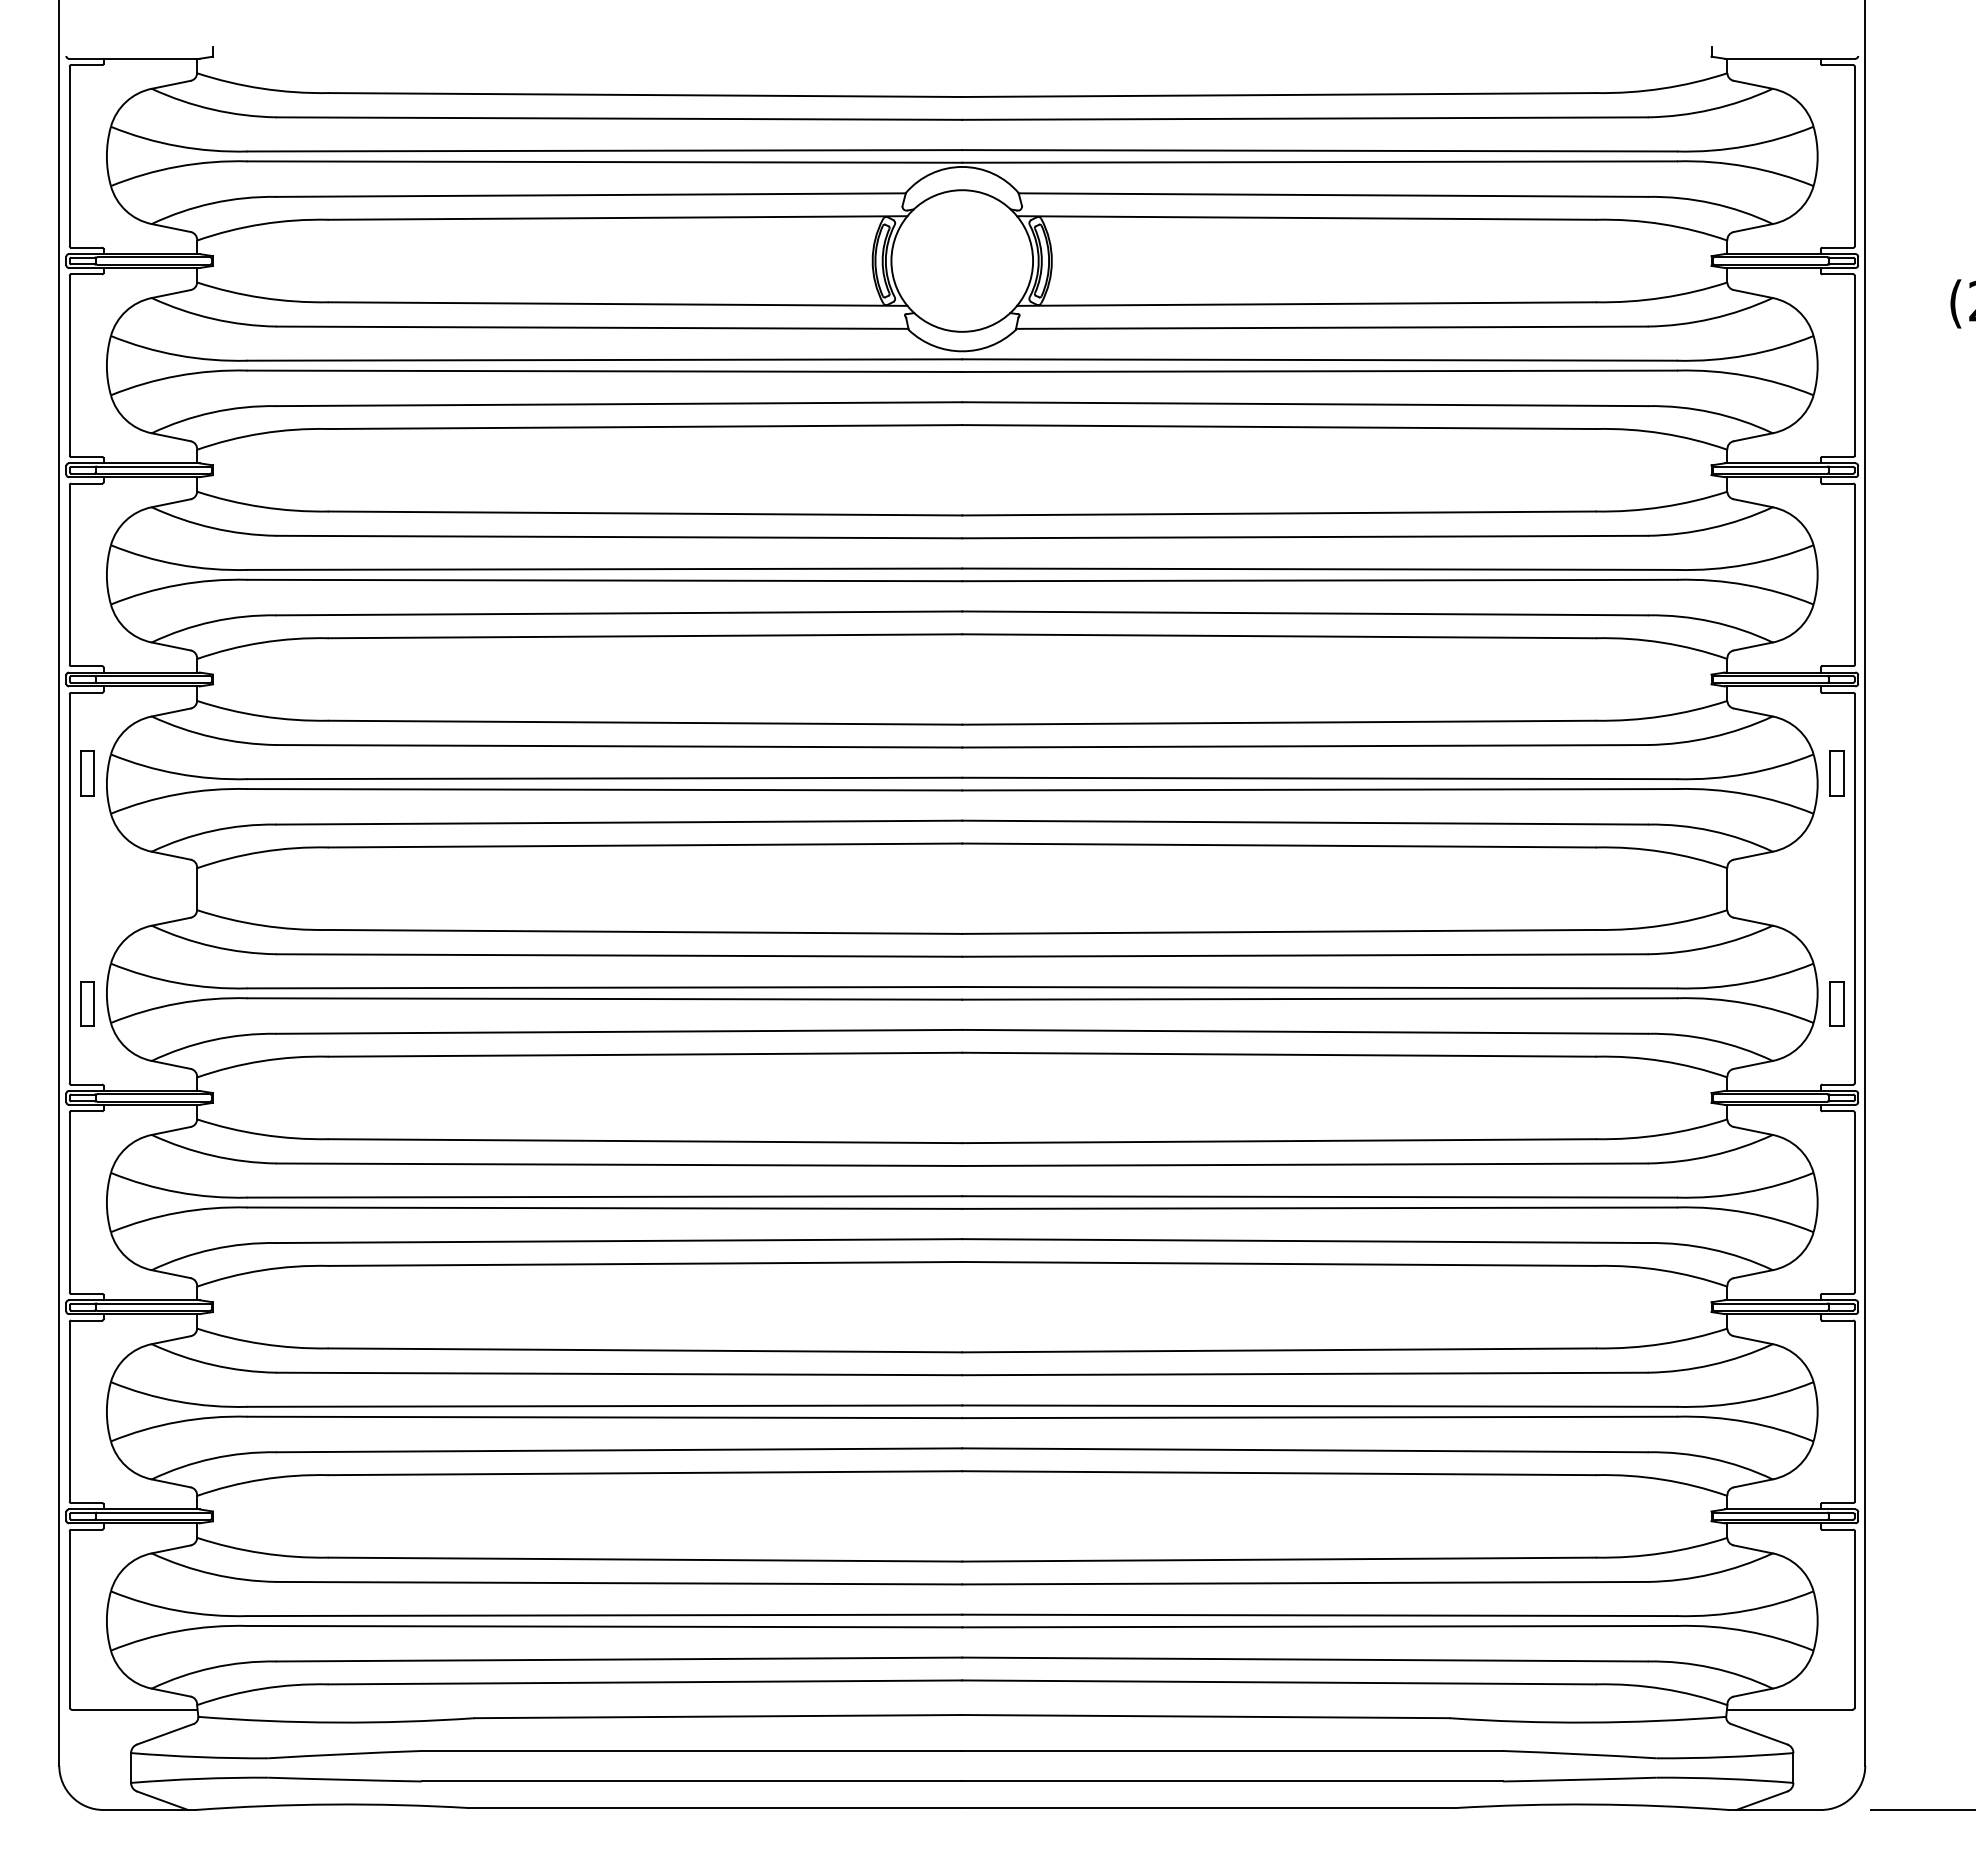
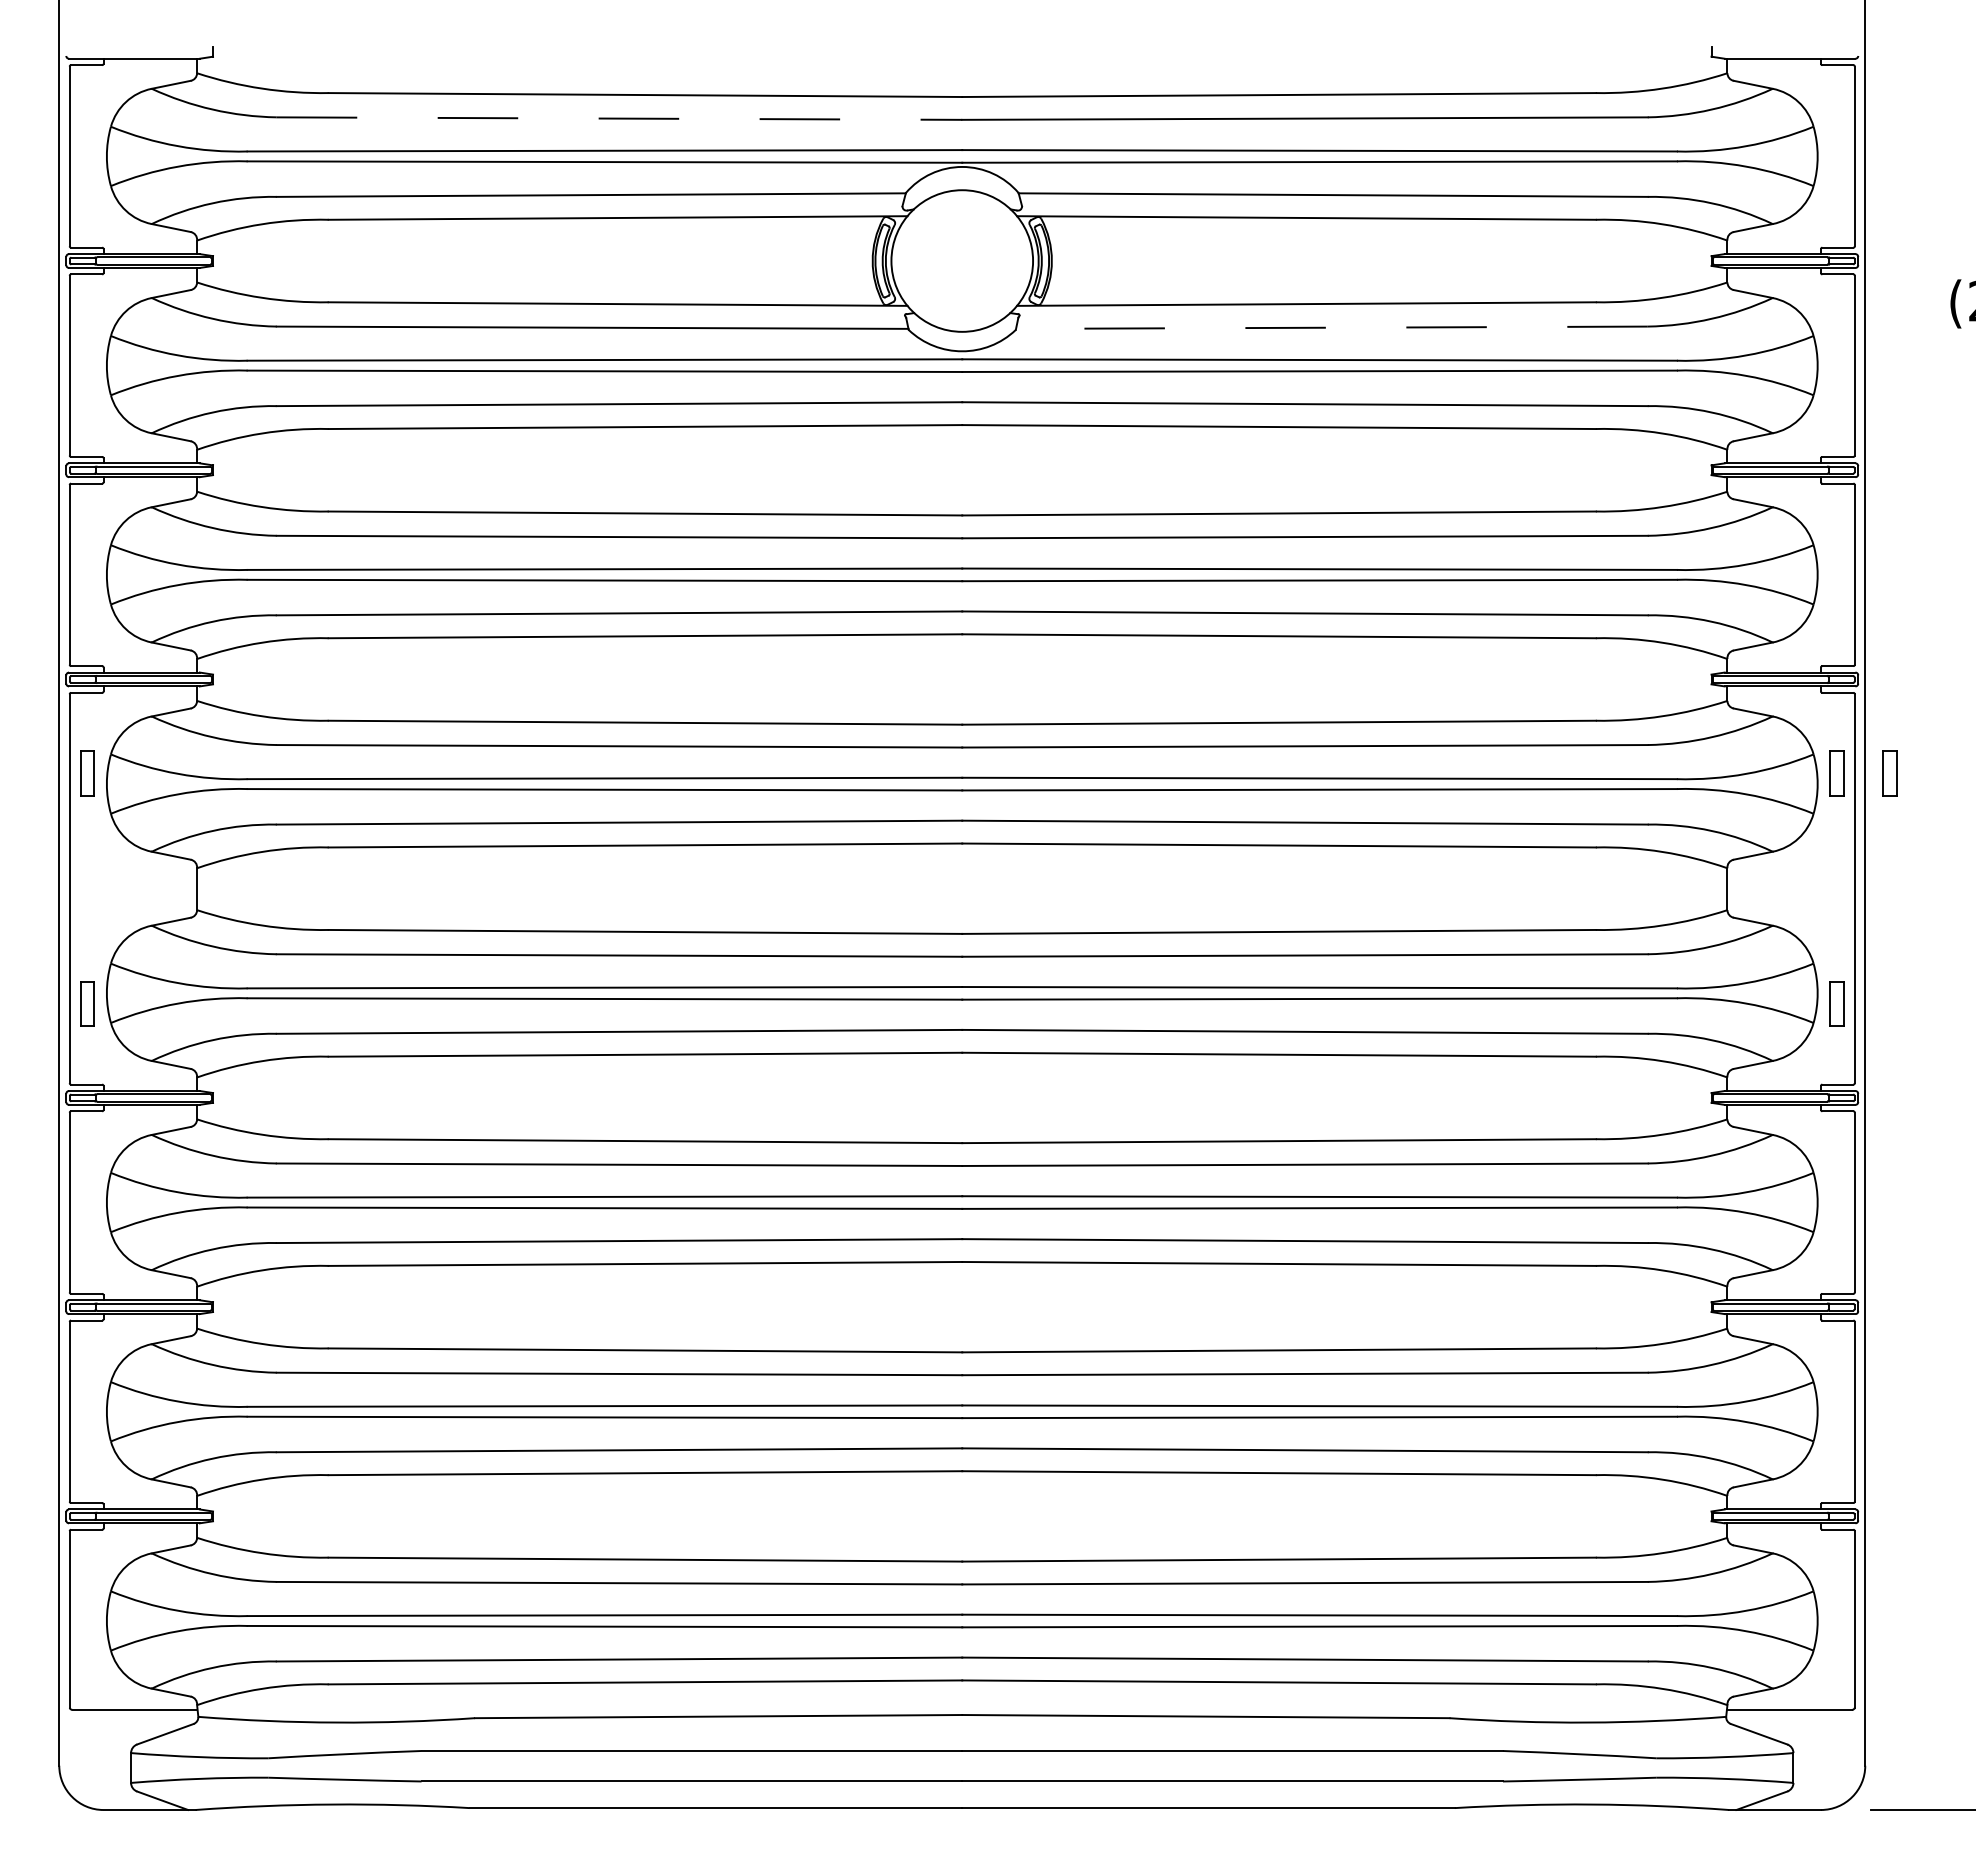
line at (619, 118): solid -> dashed
line at (1331, 327): solid -> dashed
part at (1889, 773): none -> present
